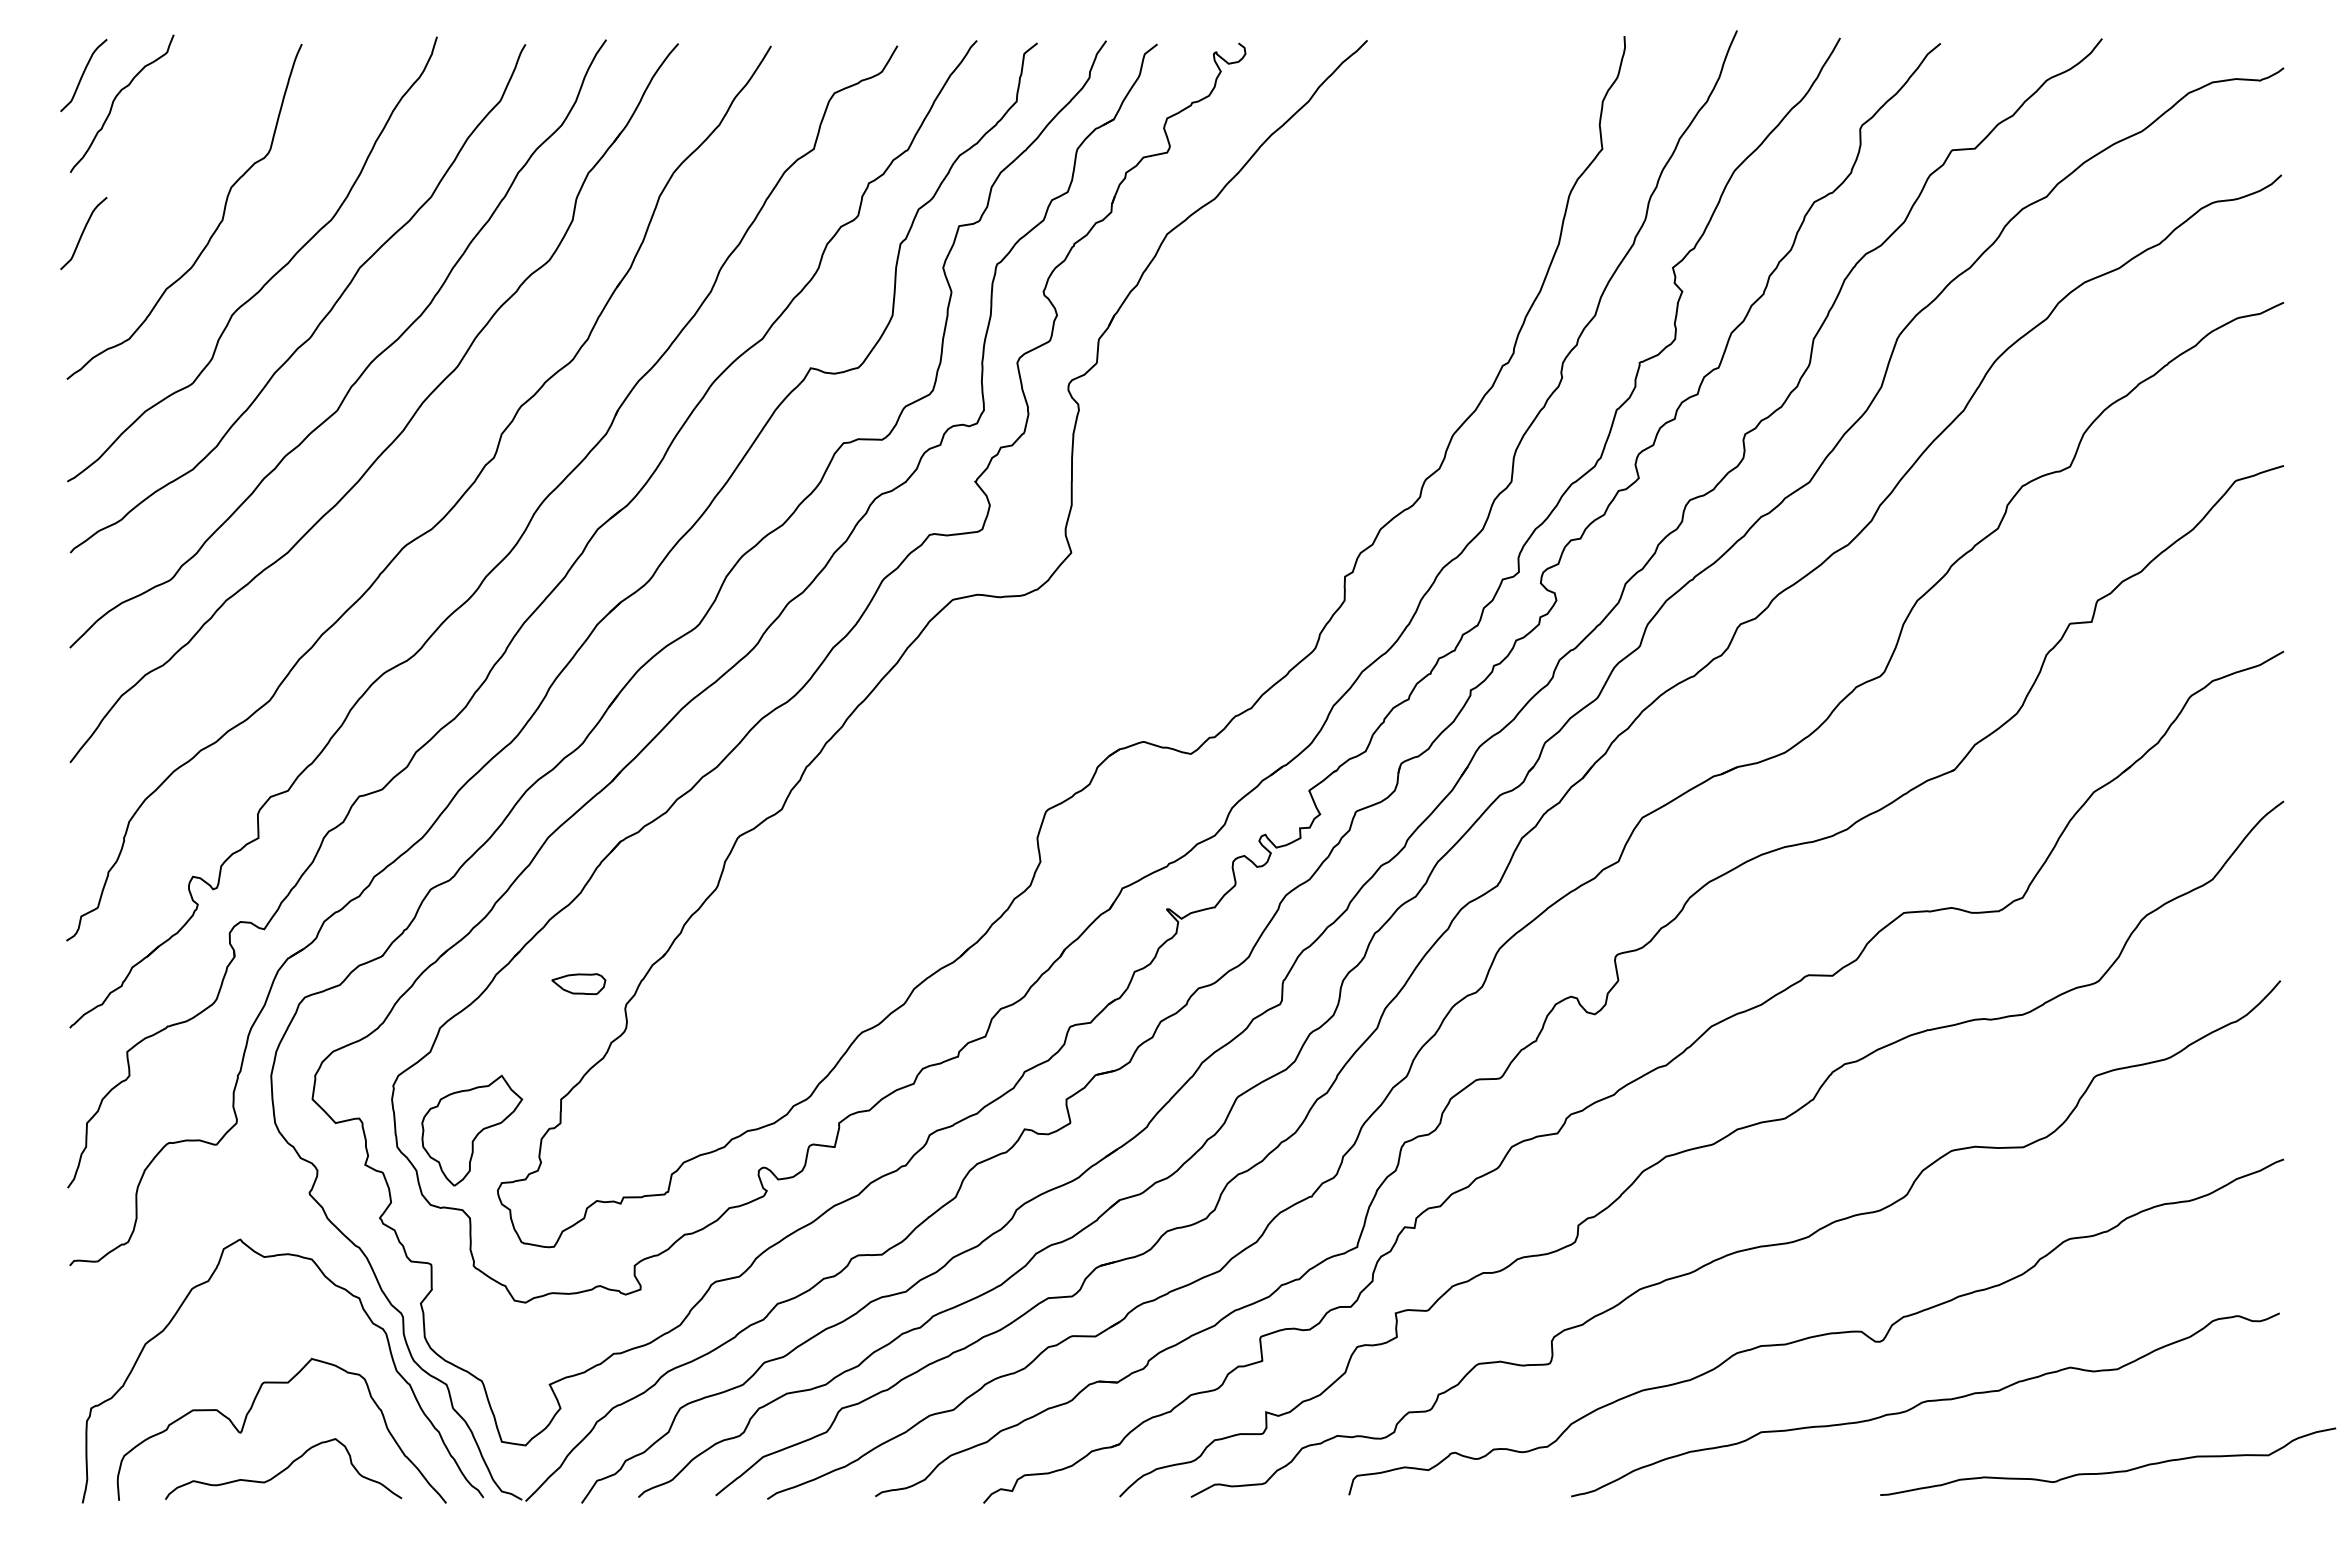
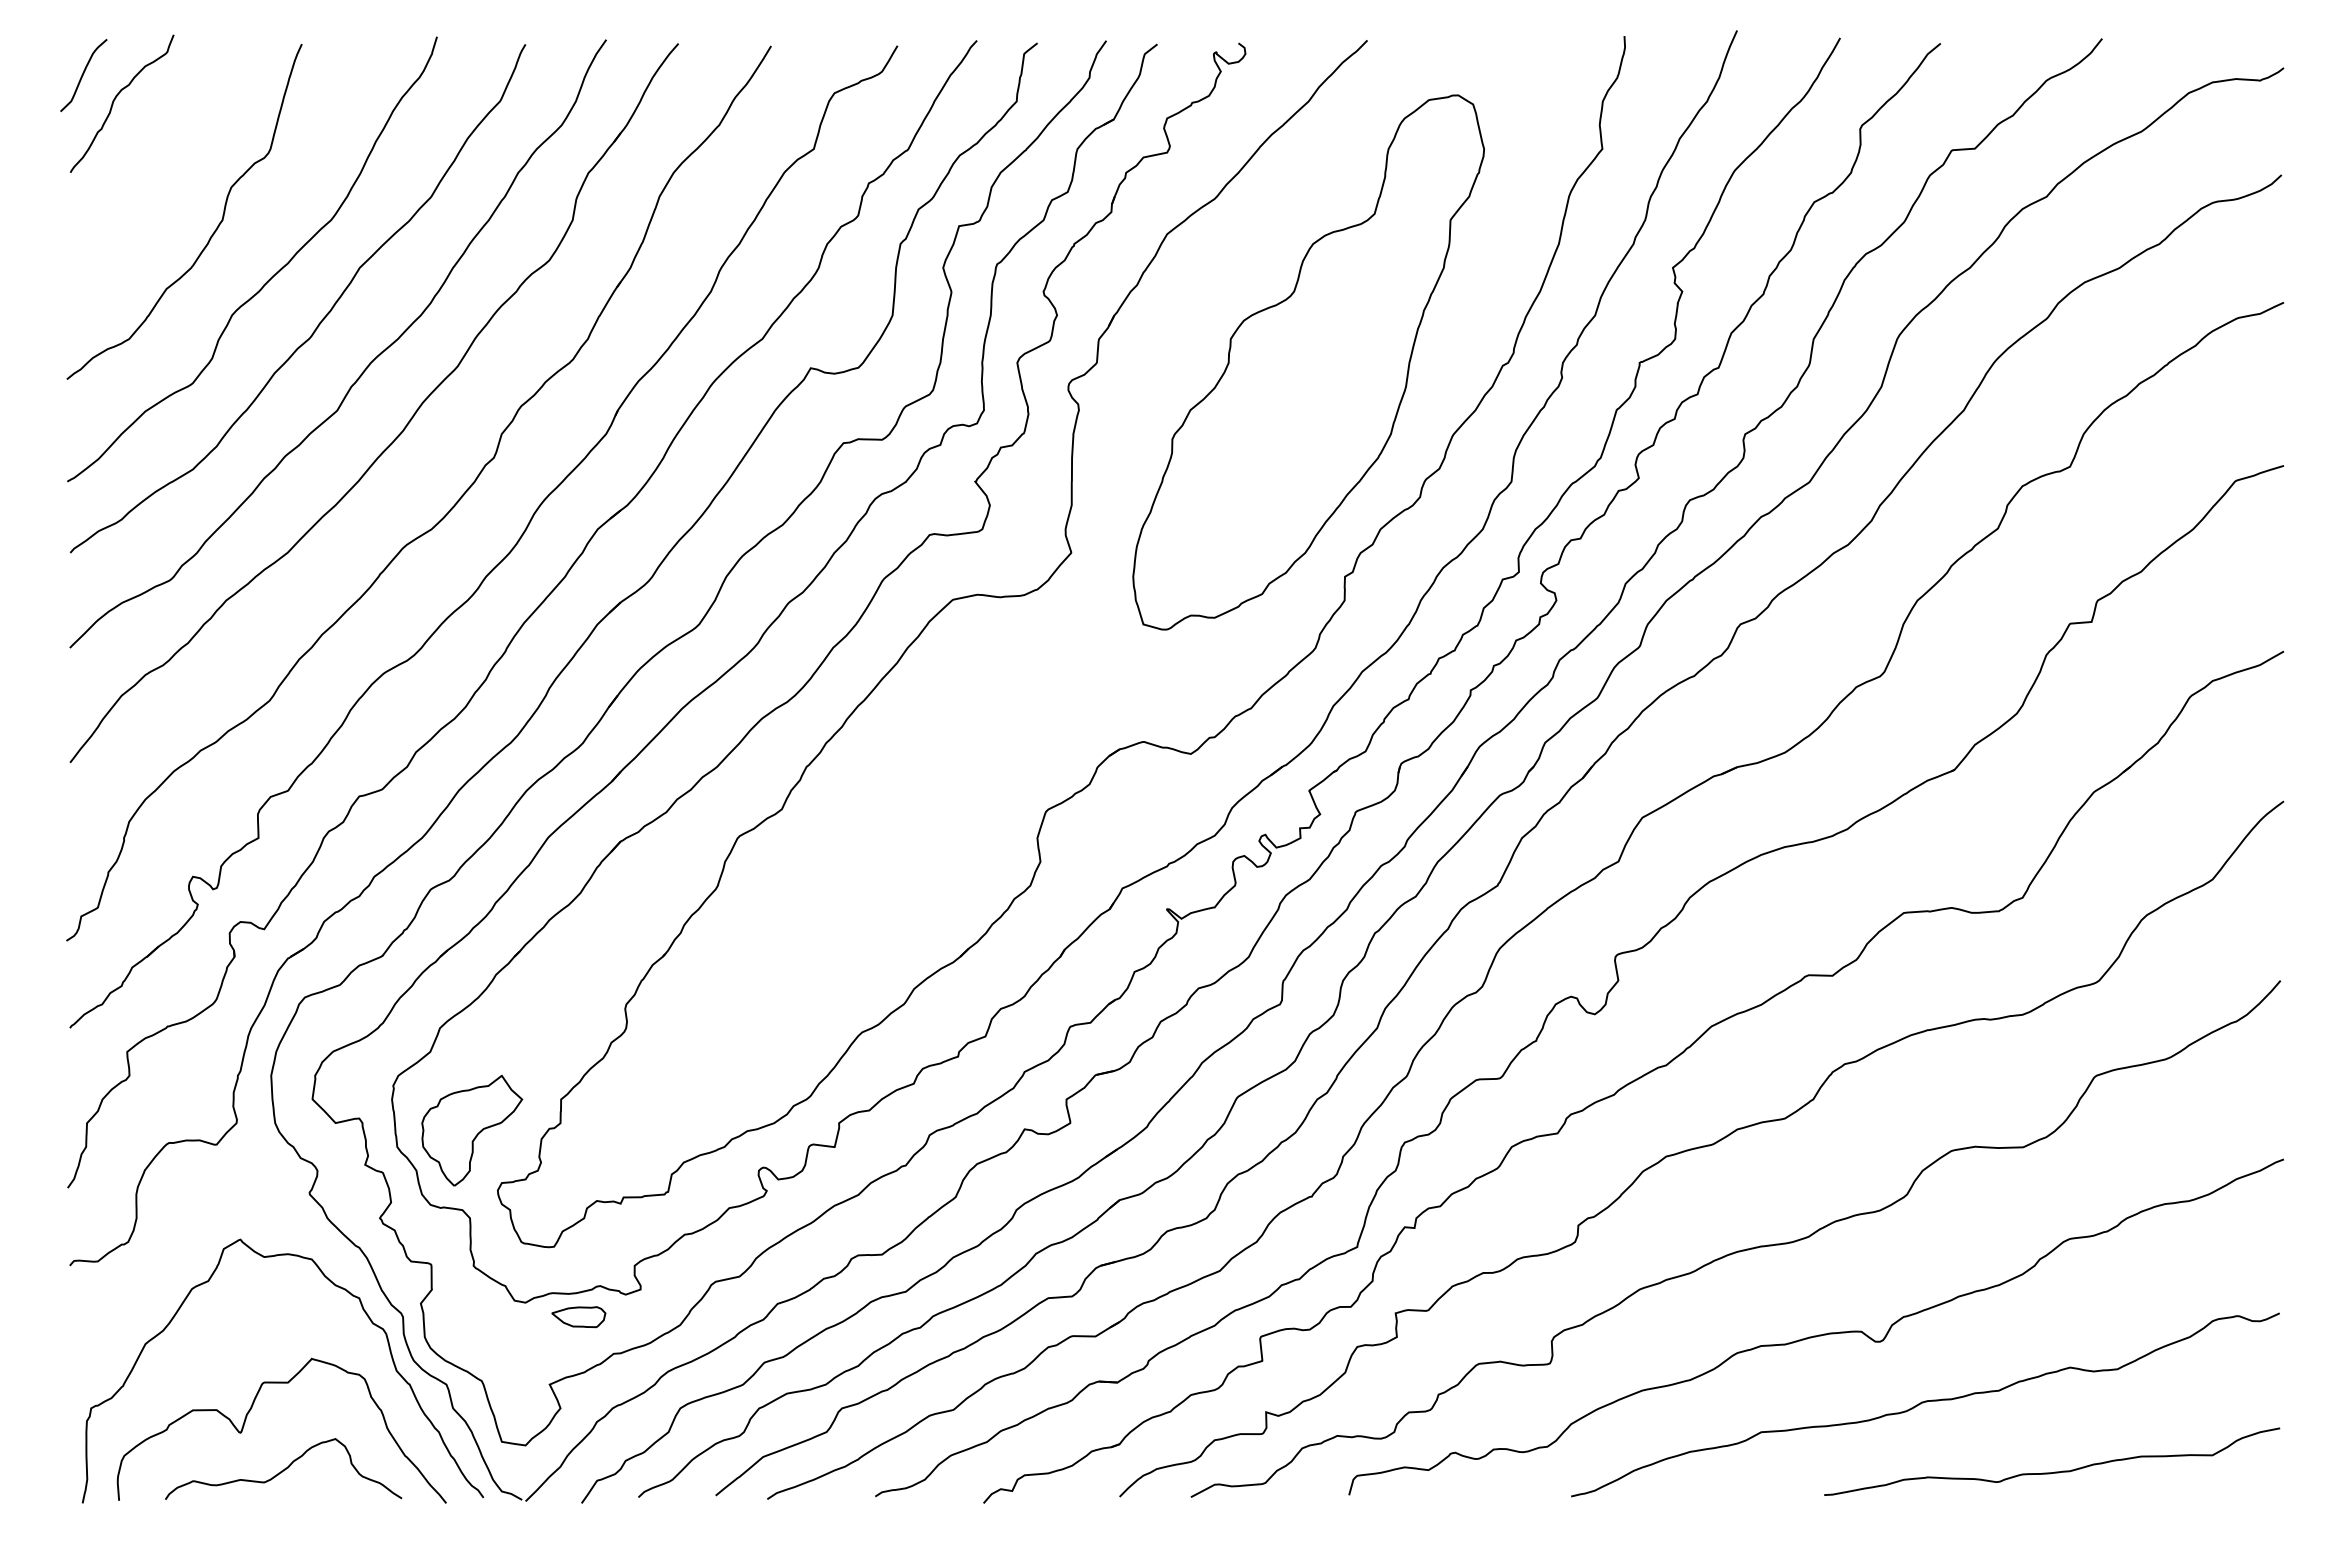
curve at (83, 233): present -> none
part at (1308, 362): none -> present
part at (578, 984) position: (578, 984) -> (578, 1317)
curve at (2110, 1471) position: (2110, 1471) -> (2054, 1471)
